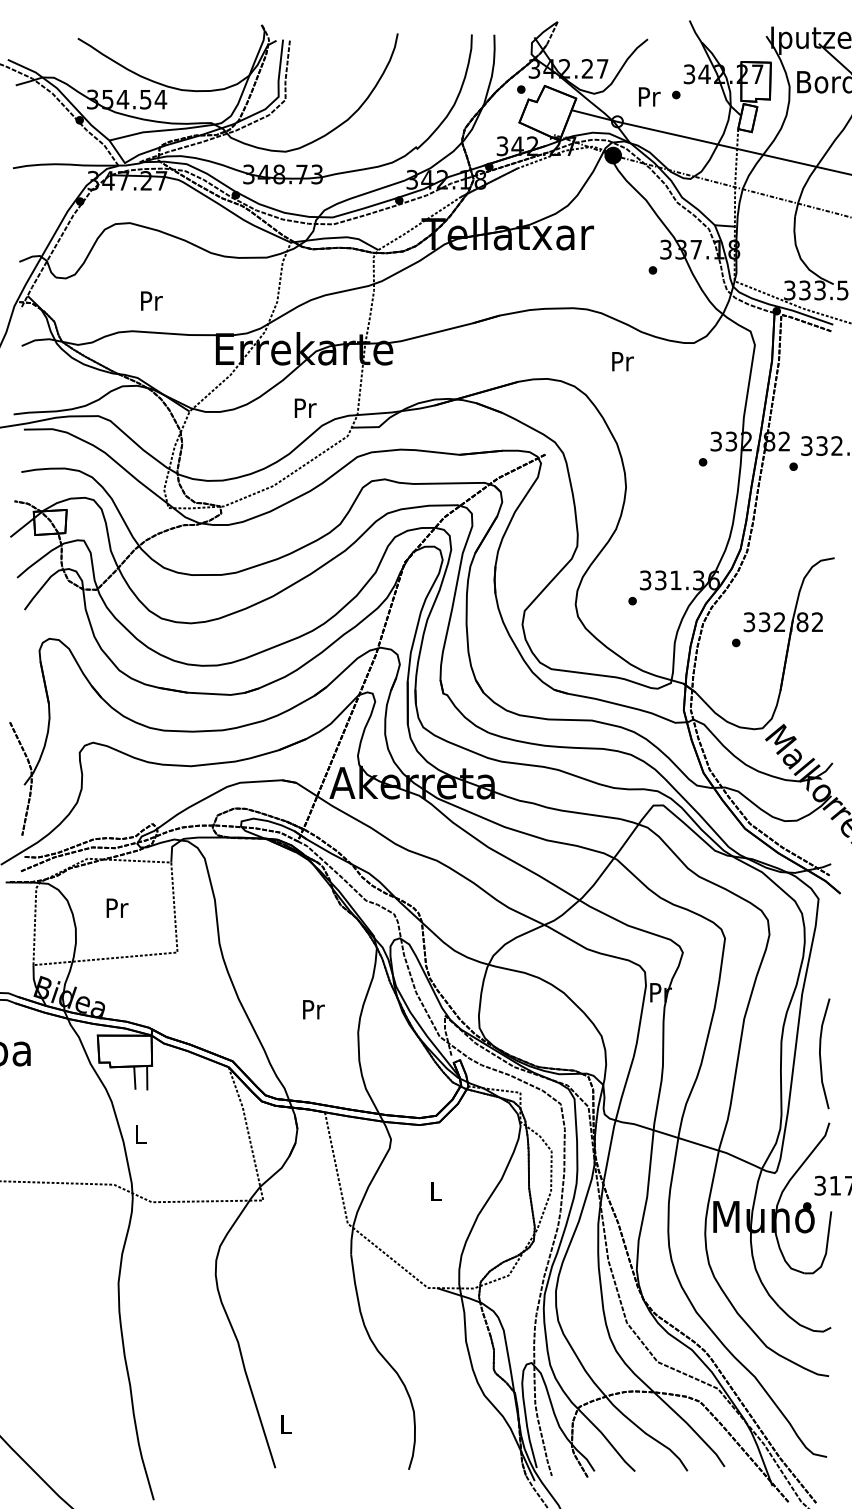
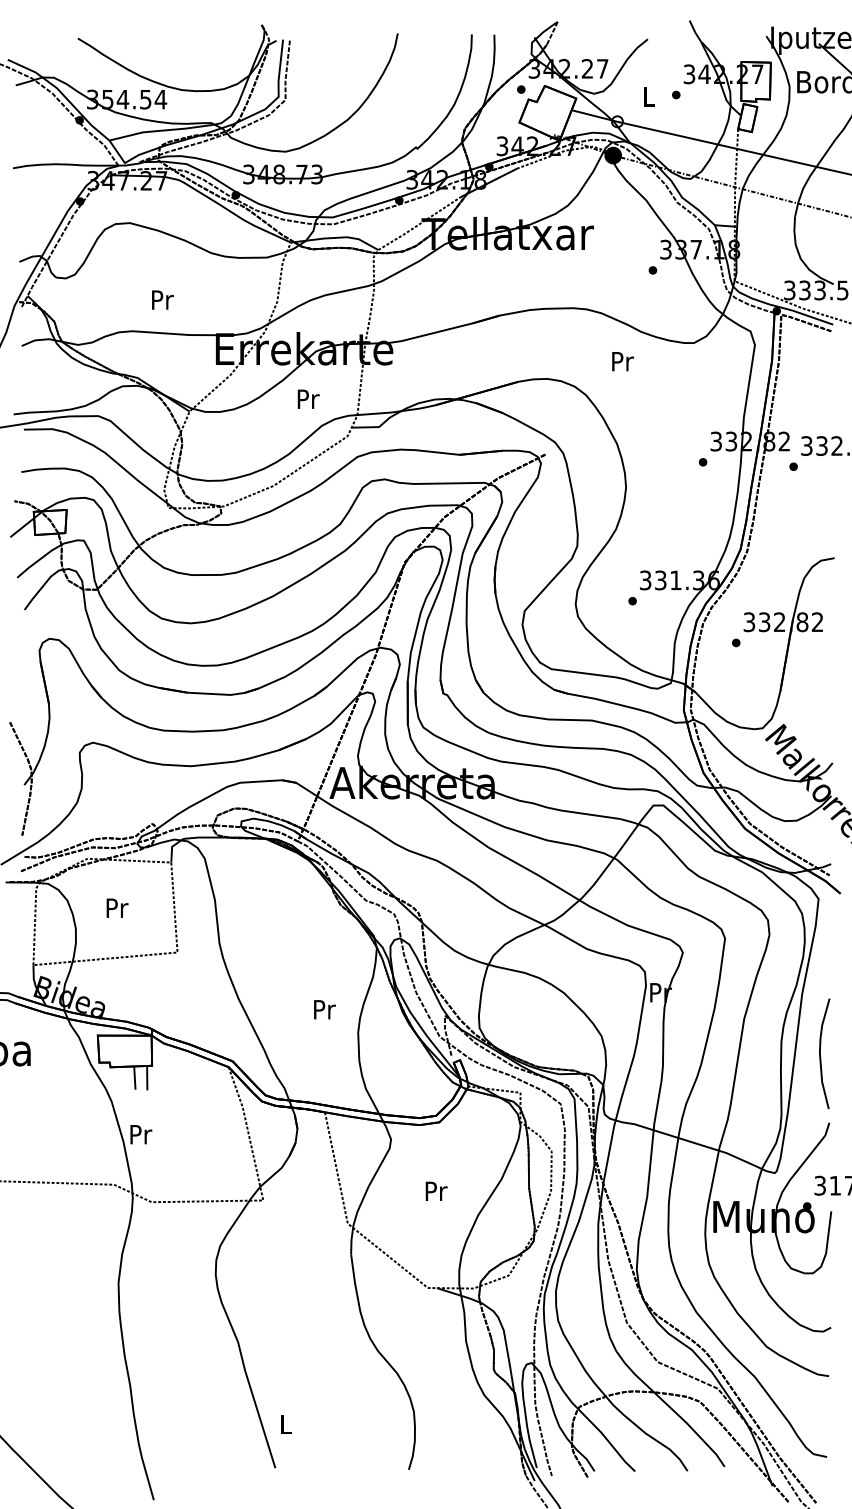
text at (649, 96): Pr -> L
text at (151, 300) position: (151, 300) -> (162, 299)
text at (305, 407) position: (305, 407) -> (308, 398)
text at (313, 1009) position: (313, 1009) -> (324, 1009)
text at (141, 1134): L -> Pr
text at (436, 1190): L -> Pr
